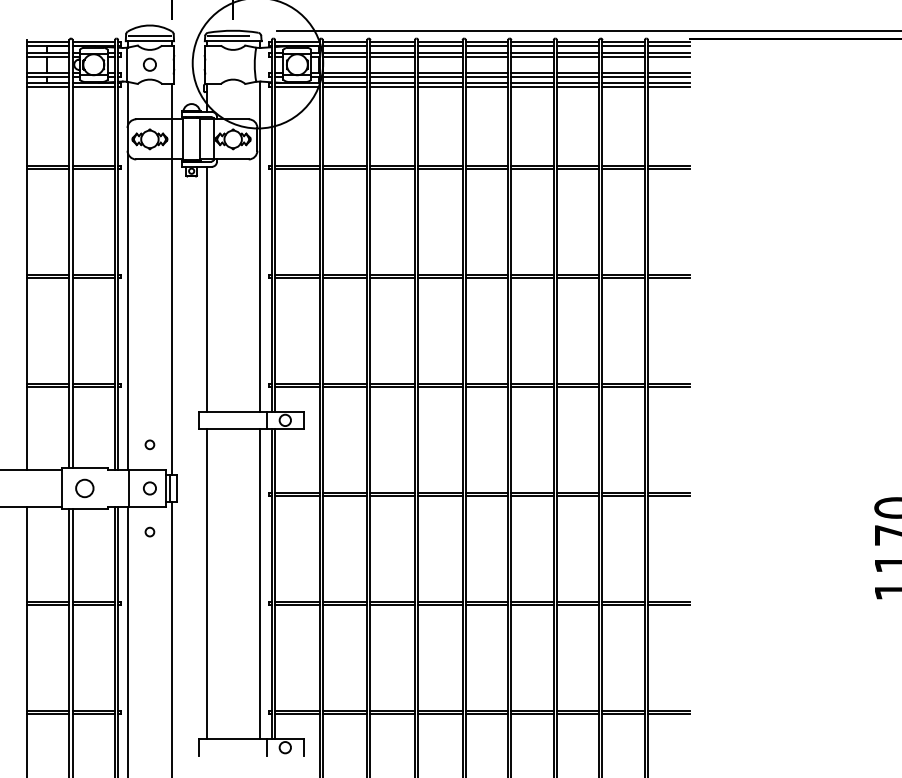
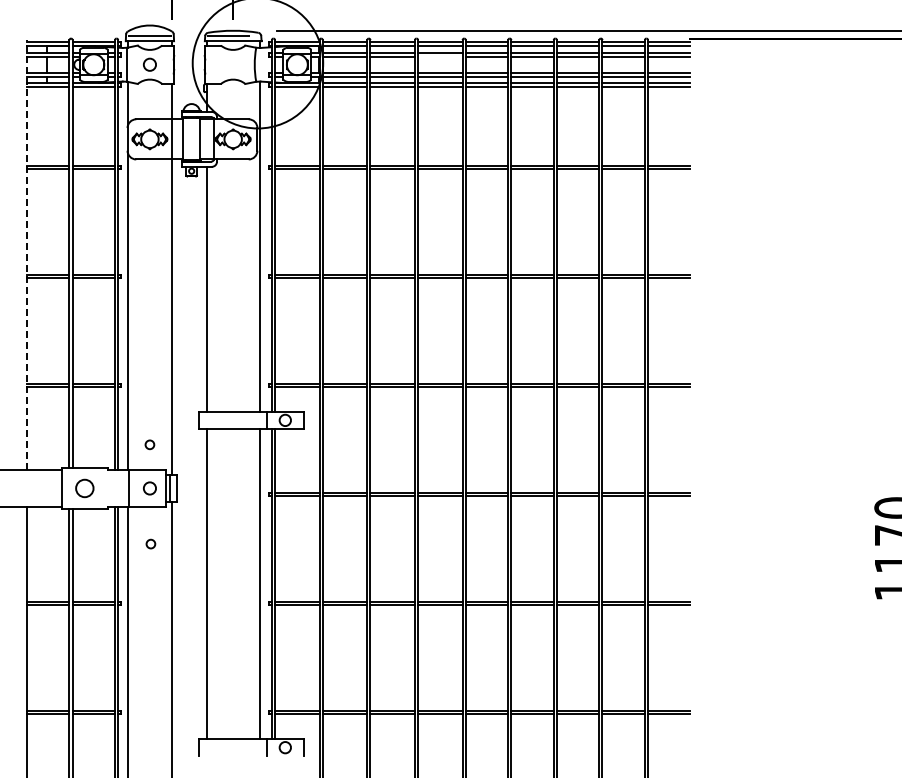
line at (440, 56): present -> none
line at (27, 255): solid -> dashed
circle at (149, 531) position: (149, 531) -> (150, 543)
